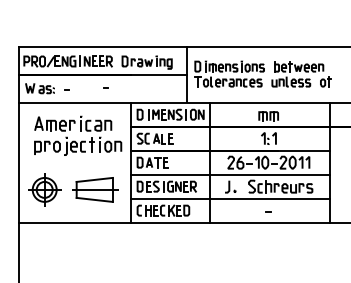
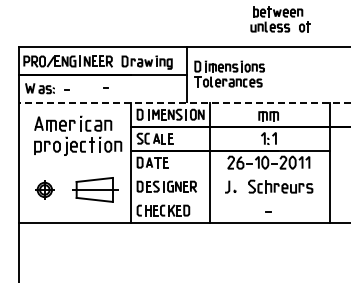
part at (301, 74) position: (301, 74) -> (280, 19)
line at (184, 102): solid -> dashed
line at (230, 174): present -> none
part at (44, 189) size: 34x34 px -> 20x20 px
line at (230, 198): present -> none
